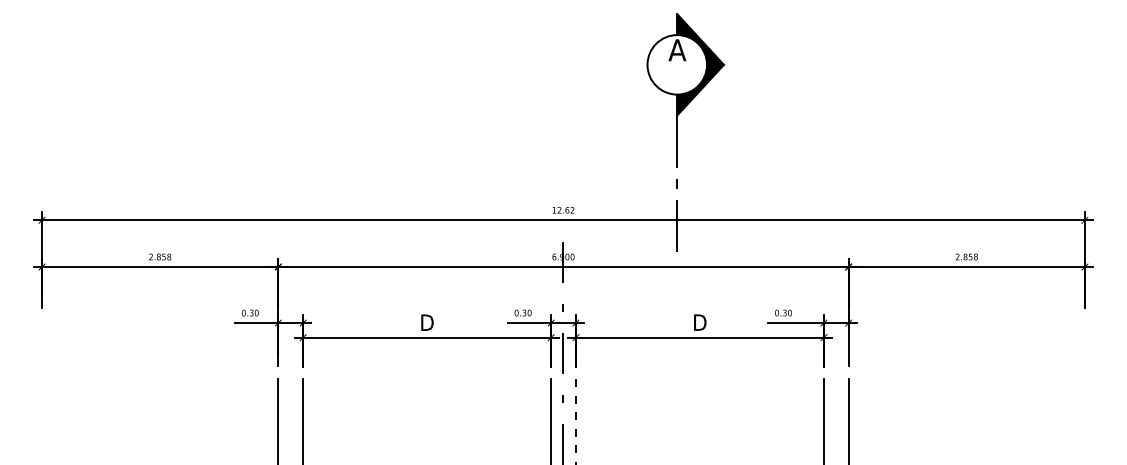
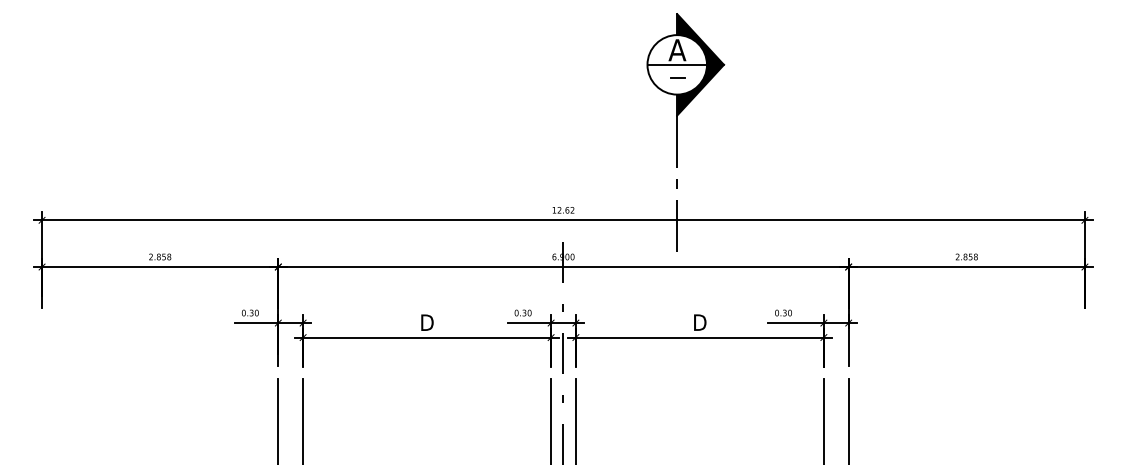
line at (677, 64): none -> present
line at (677, 77): none -> present
line at (575, 421): dashed -> solid
